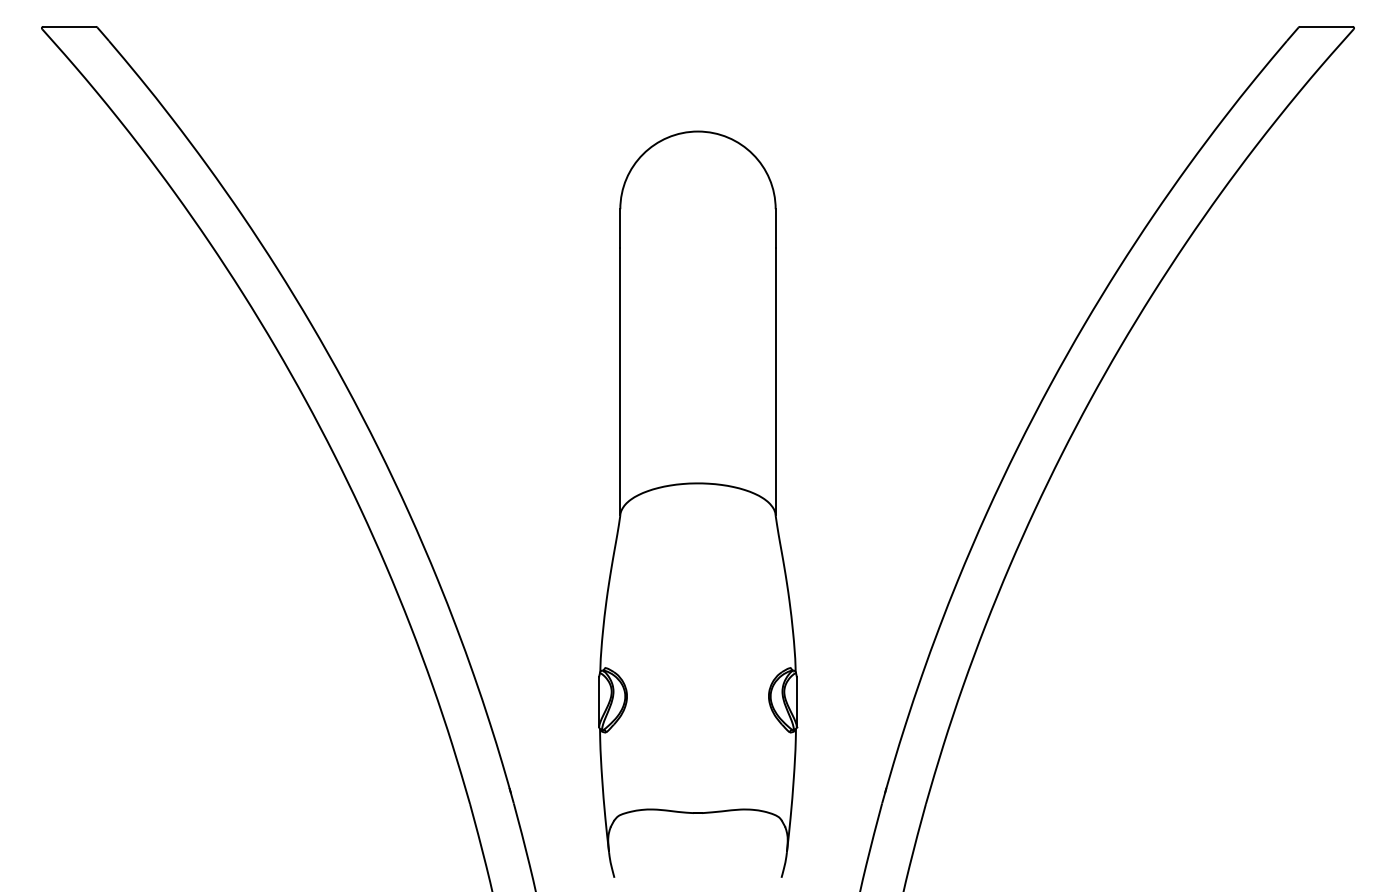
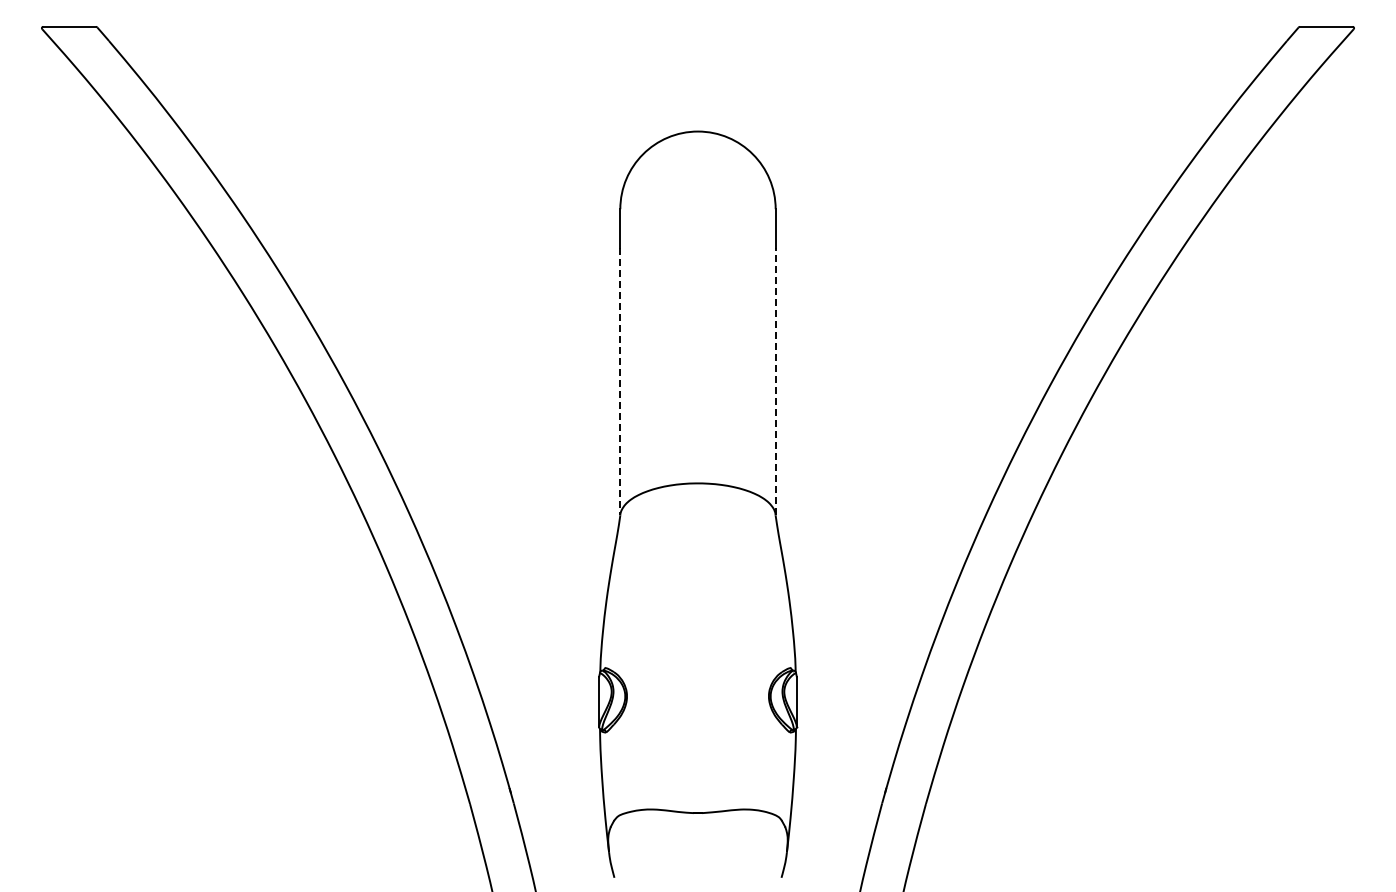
line at (620, 381): solid -> dashed
line at (775, 381): solid -> dashed
